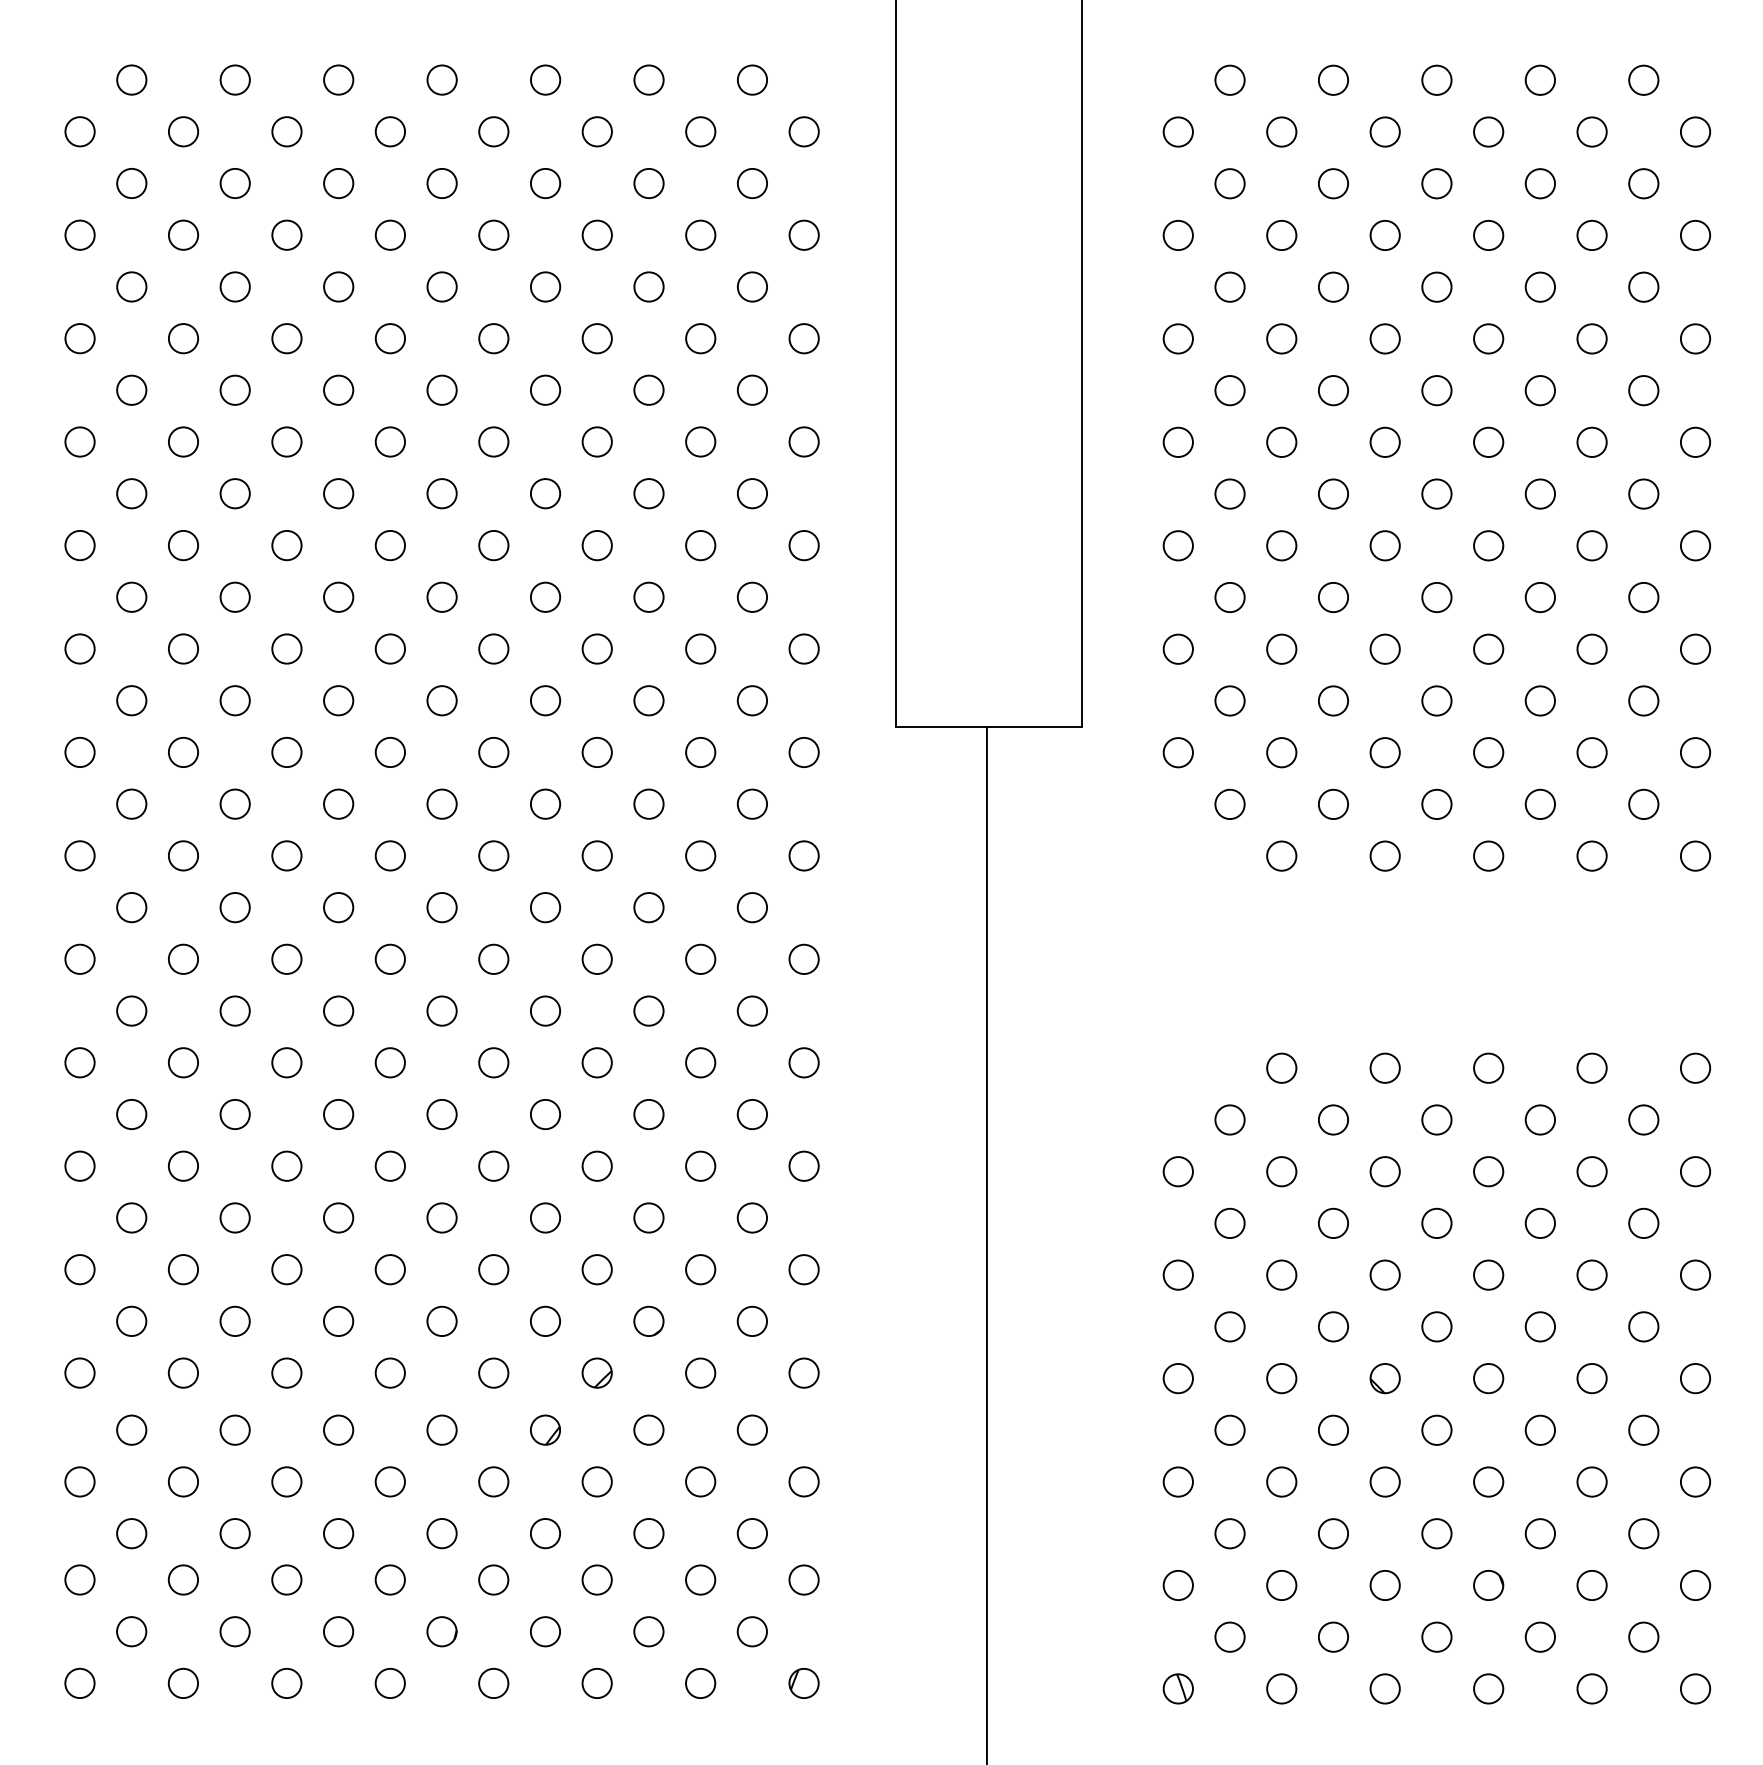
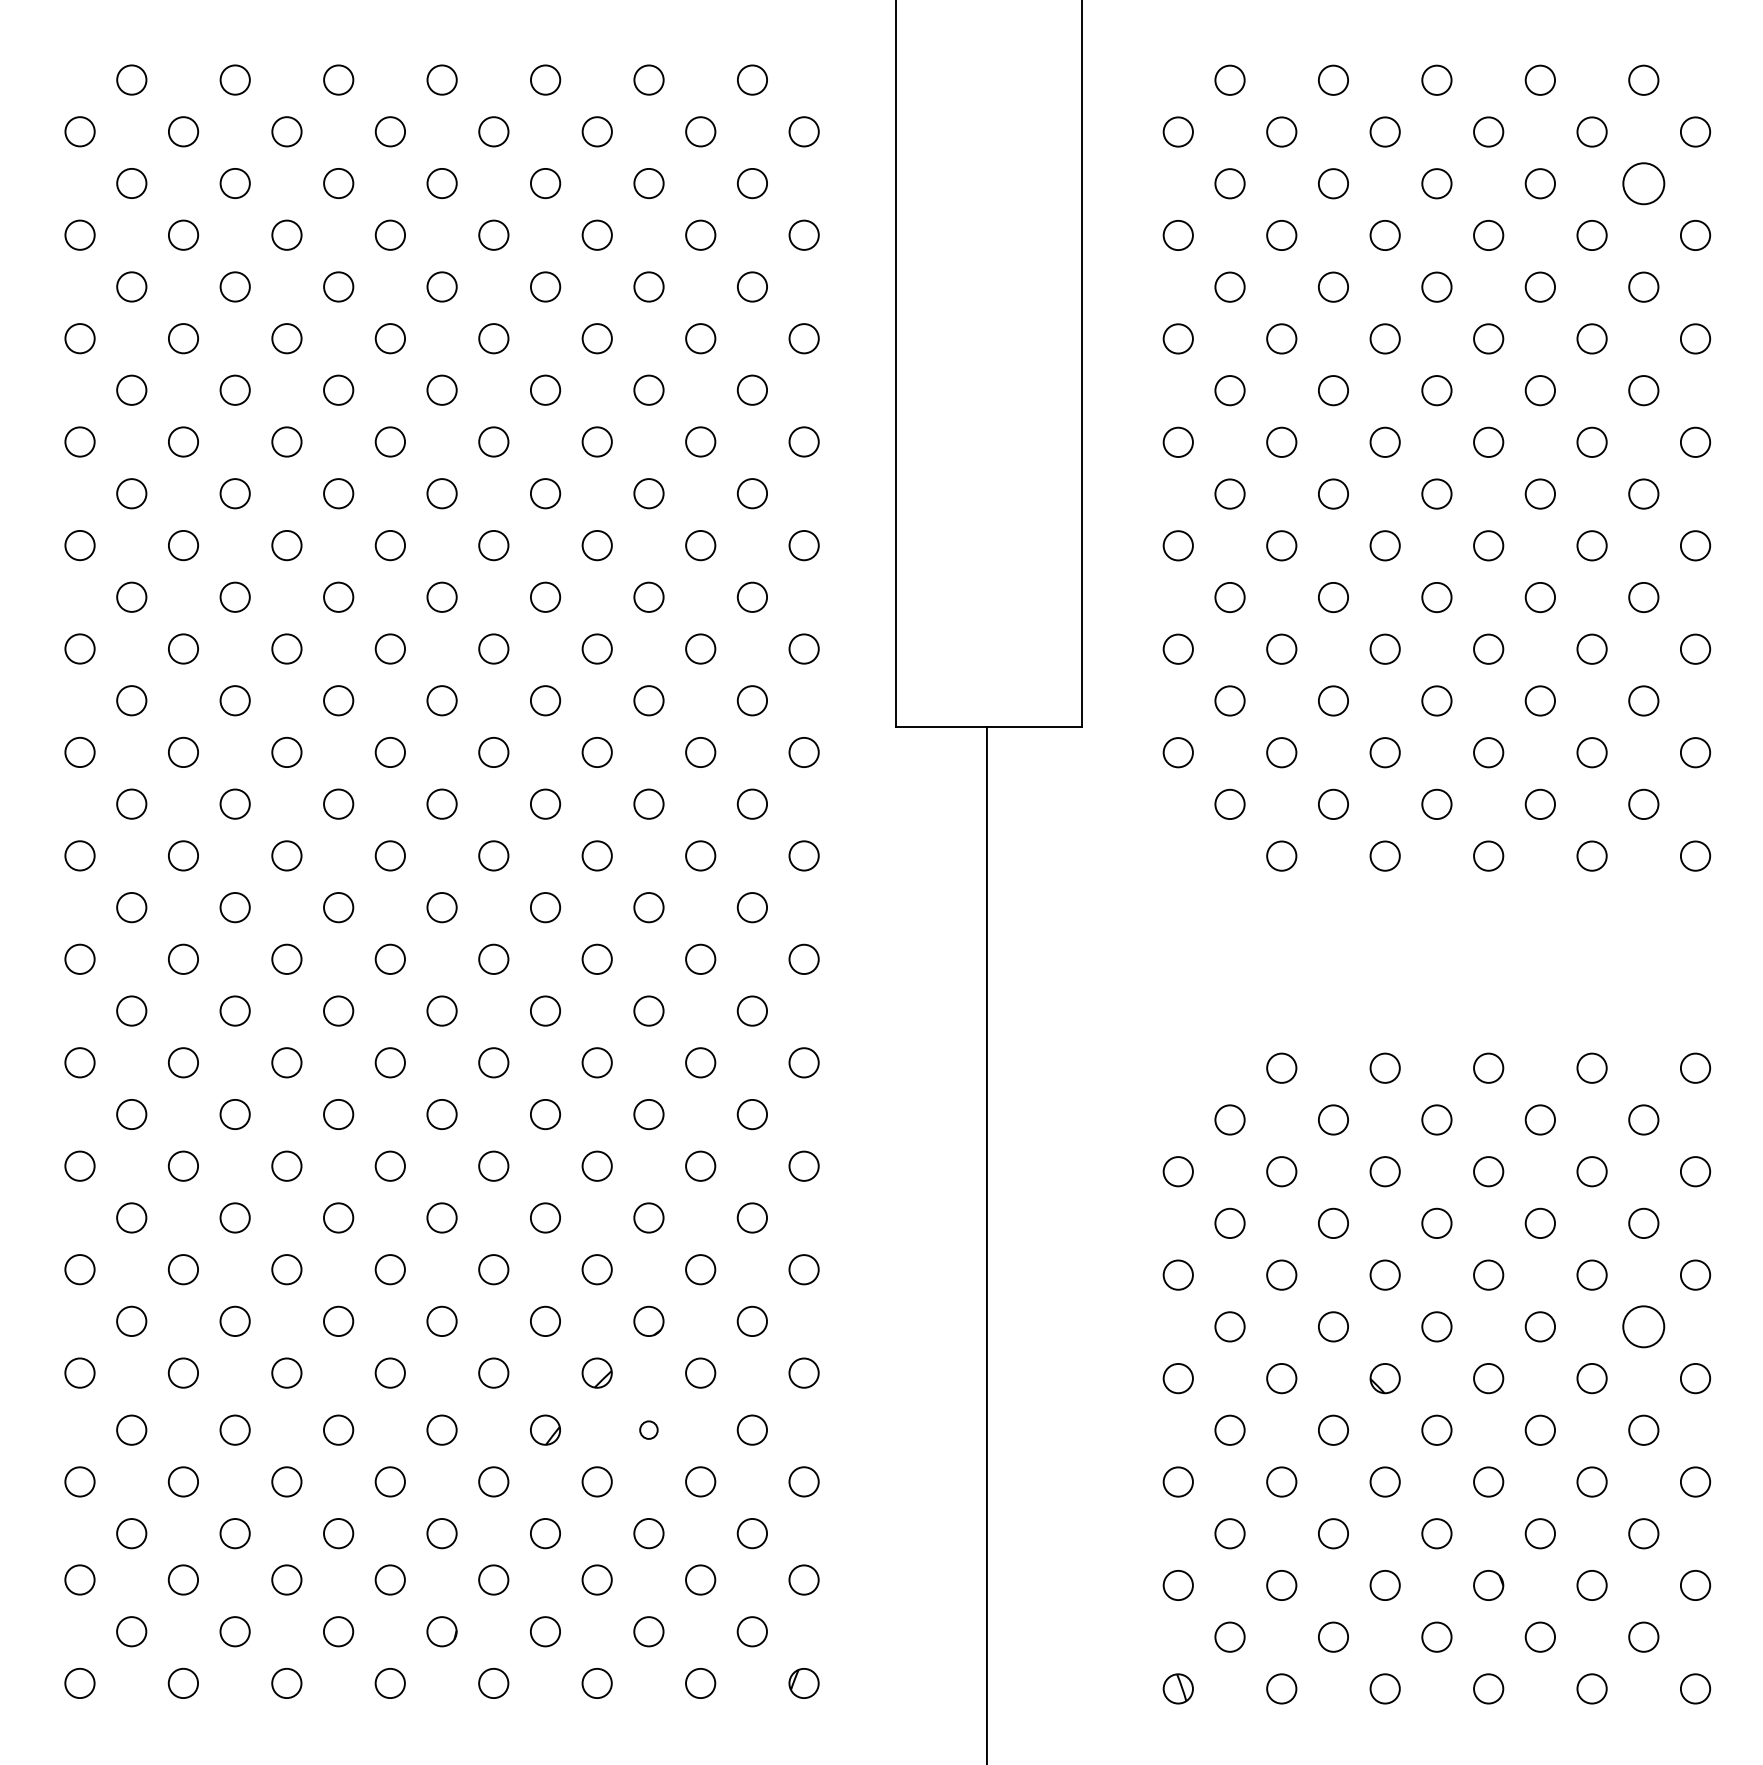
circle at (1643, 183) diameter: 29 px -> 41 px
circle at (1643, 1326) size: 32x32 px -> 44x44 px
circle at (648, 1429) diameter: 29 px -> 18 px
